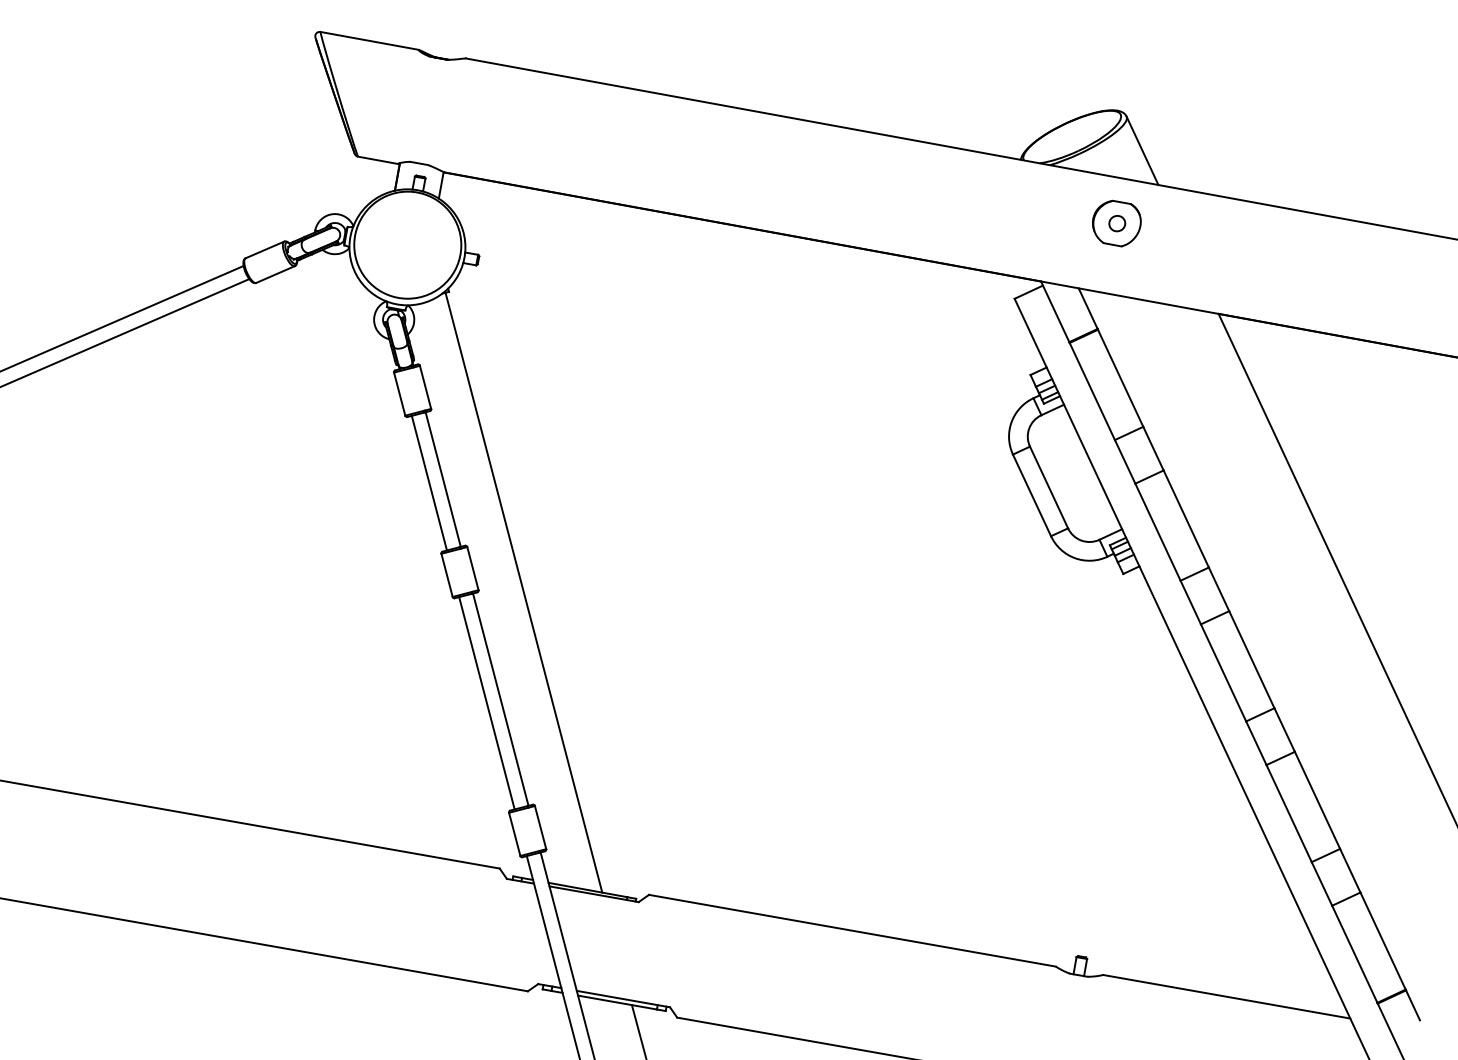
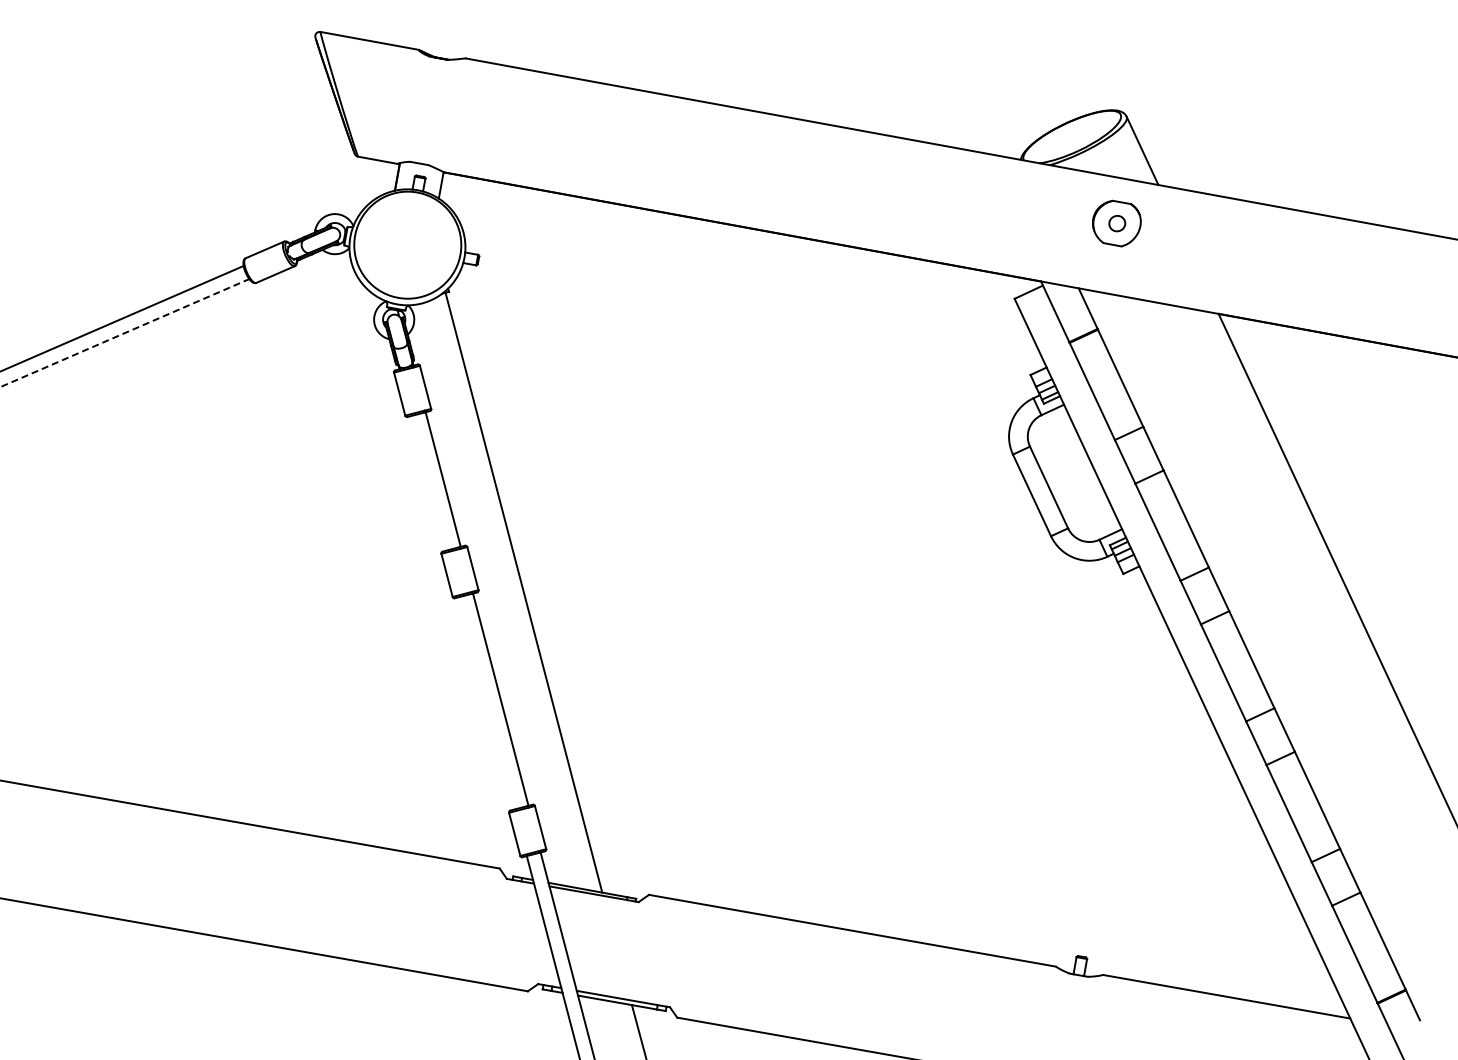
line at (124, 333): solid -> dashed
line at (428, 482): present -> none
line at (486, 703): present -> none
